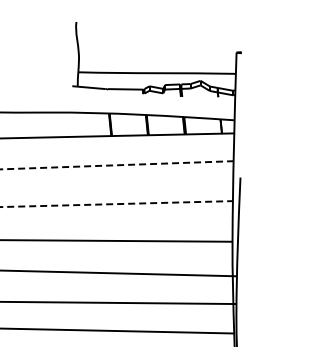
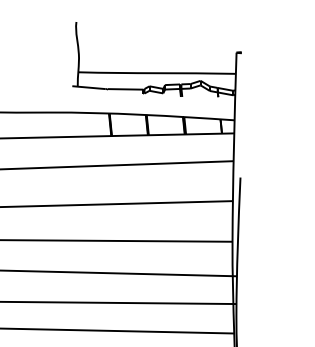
line at (116, 165): dashed -> solid
line at (117, 204): dashed -> solid
